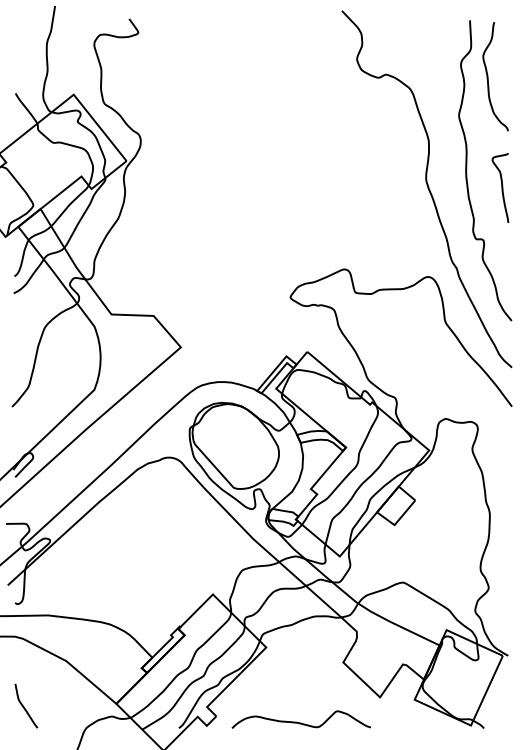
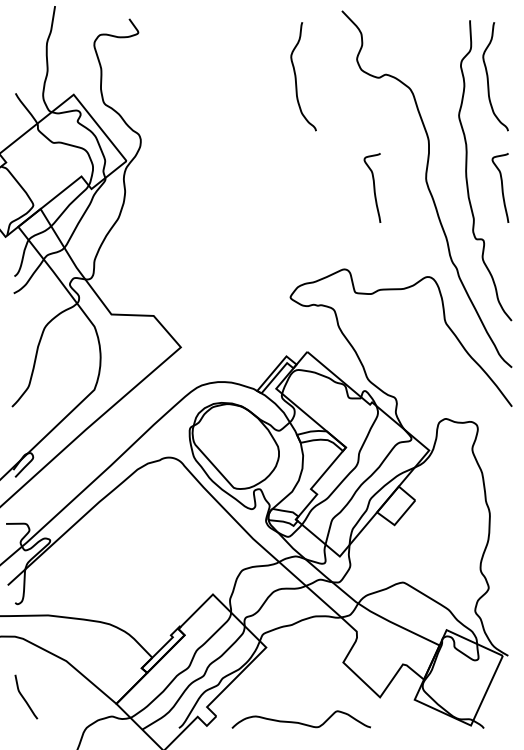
curve at (296, 76): none -> present
curve at (373, 187): none -> present
curve at (24, 706) position: (24, 706) -> (24, 697)
